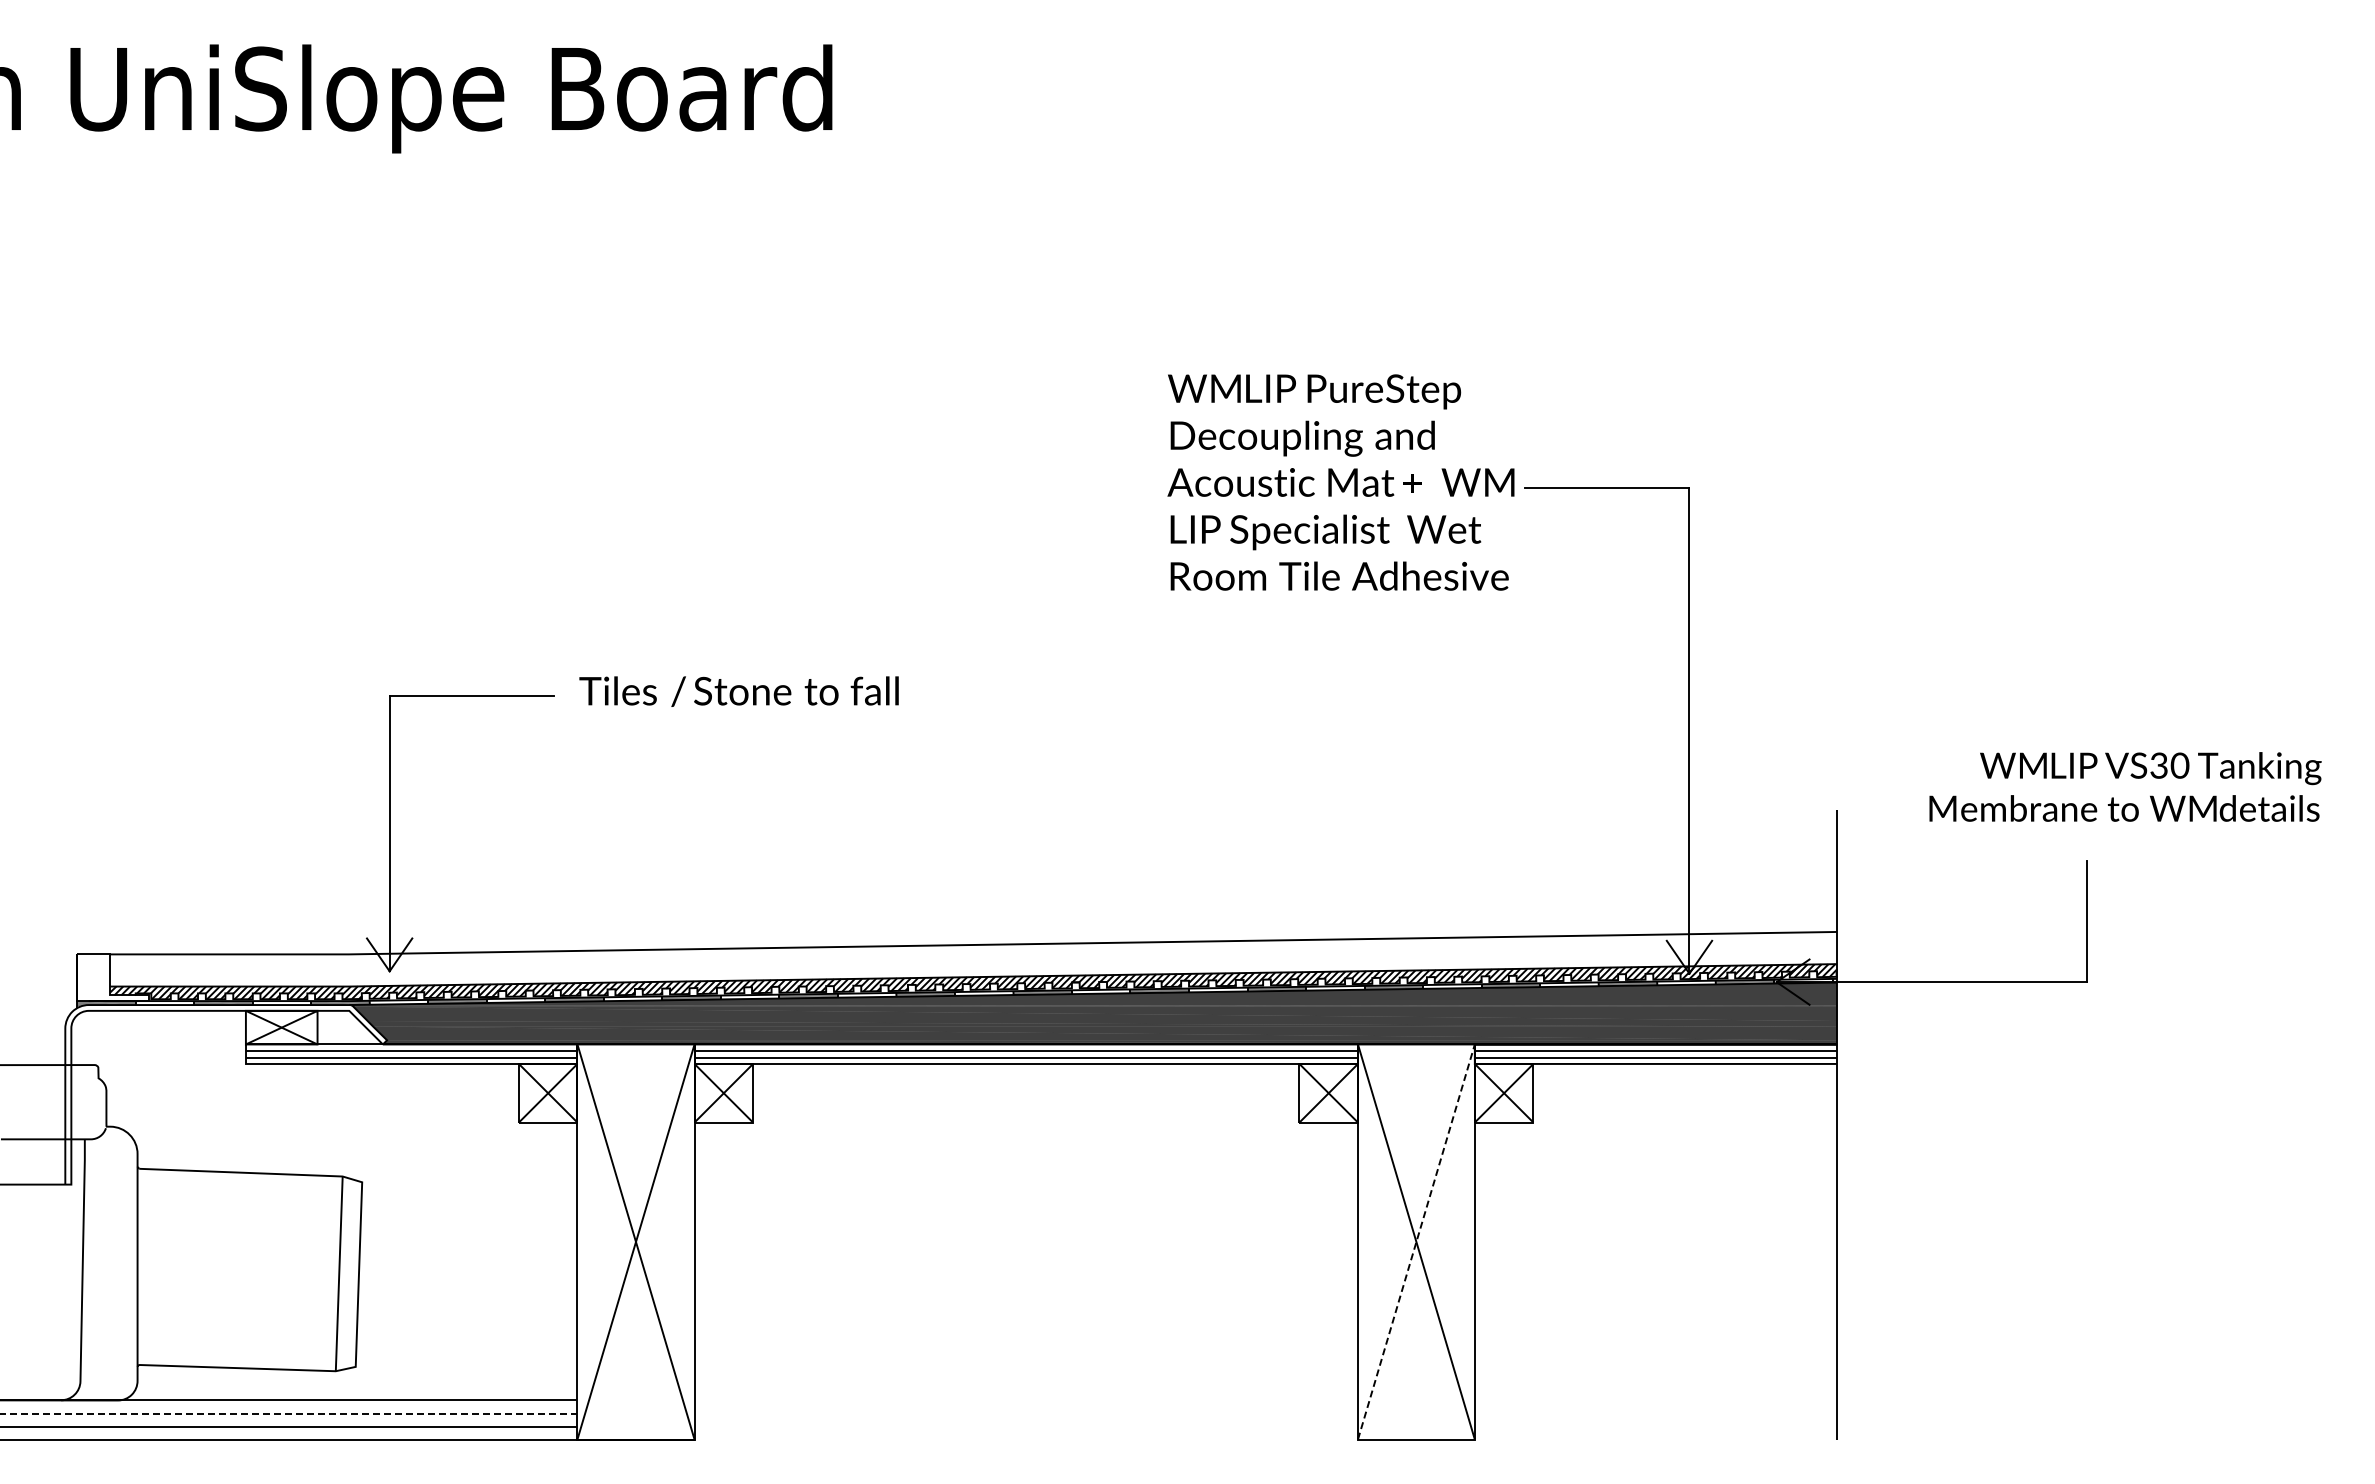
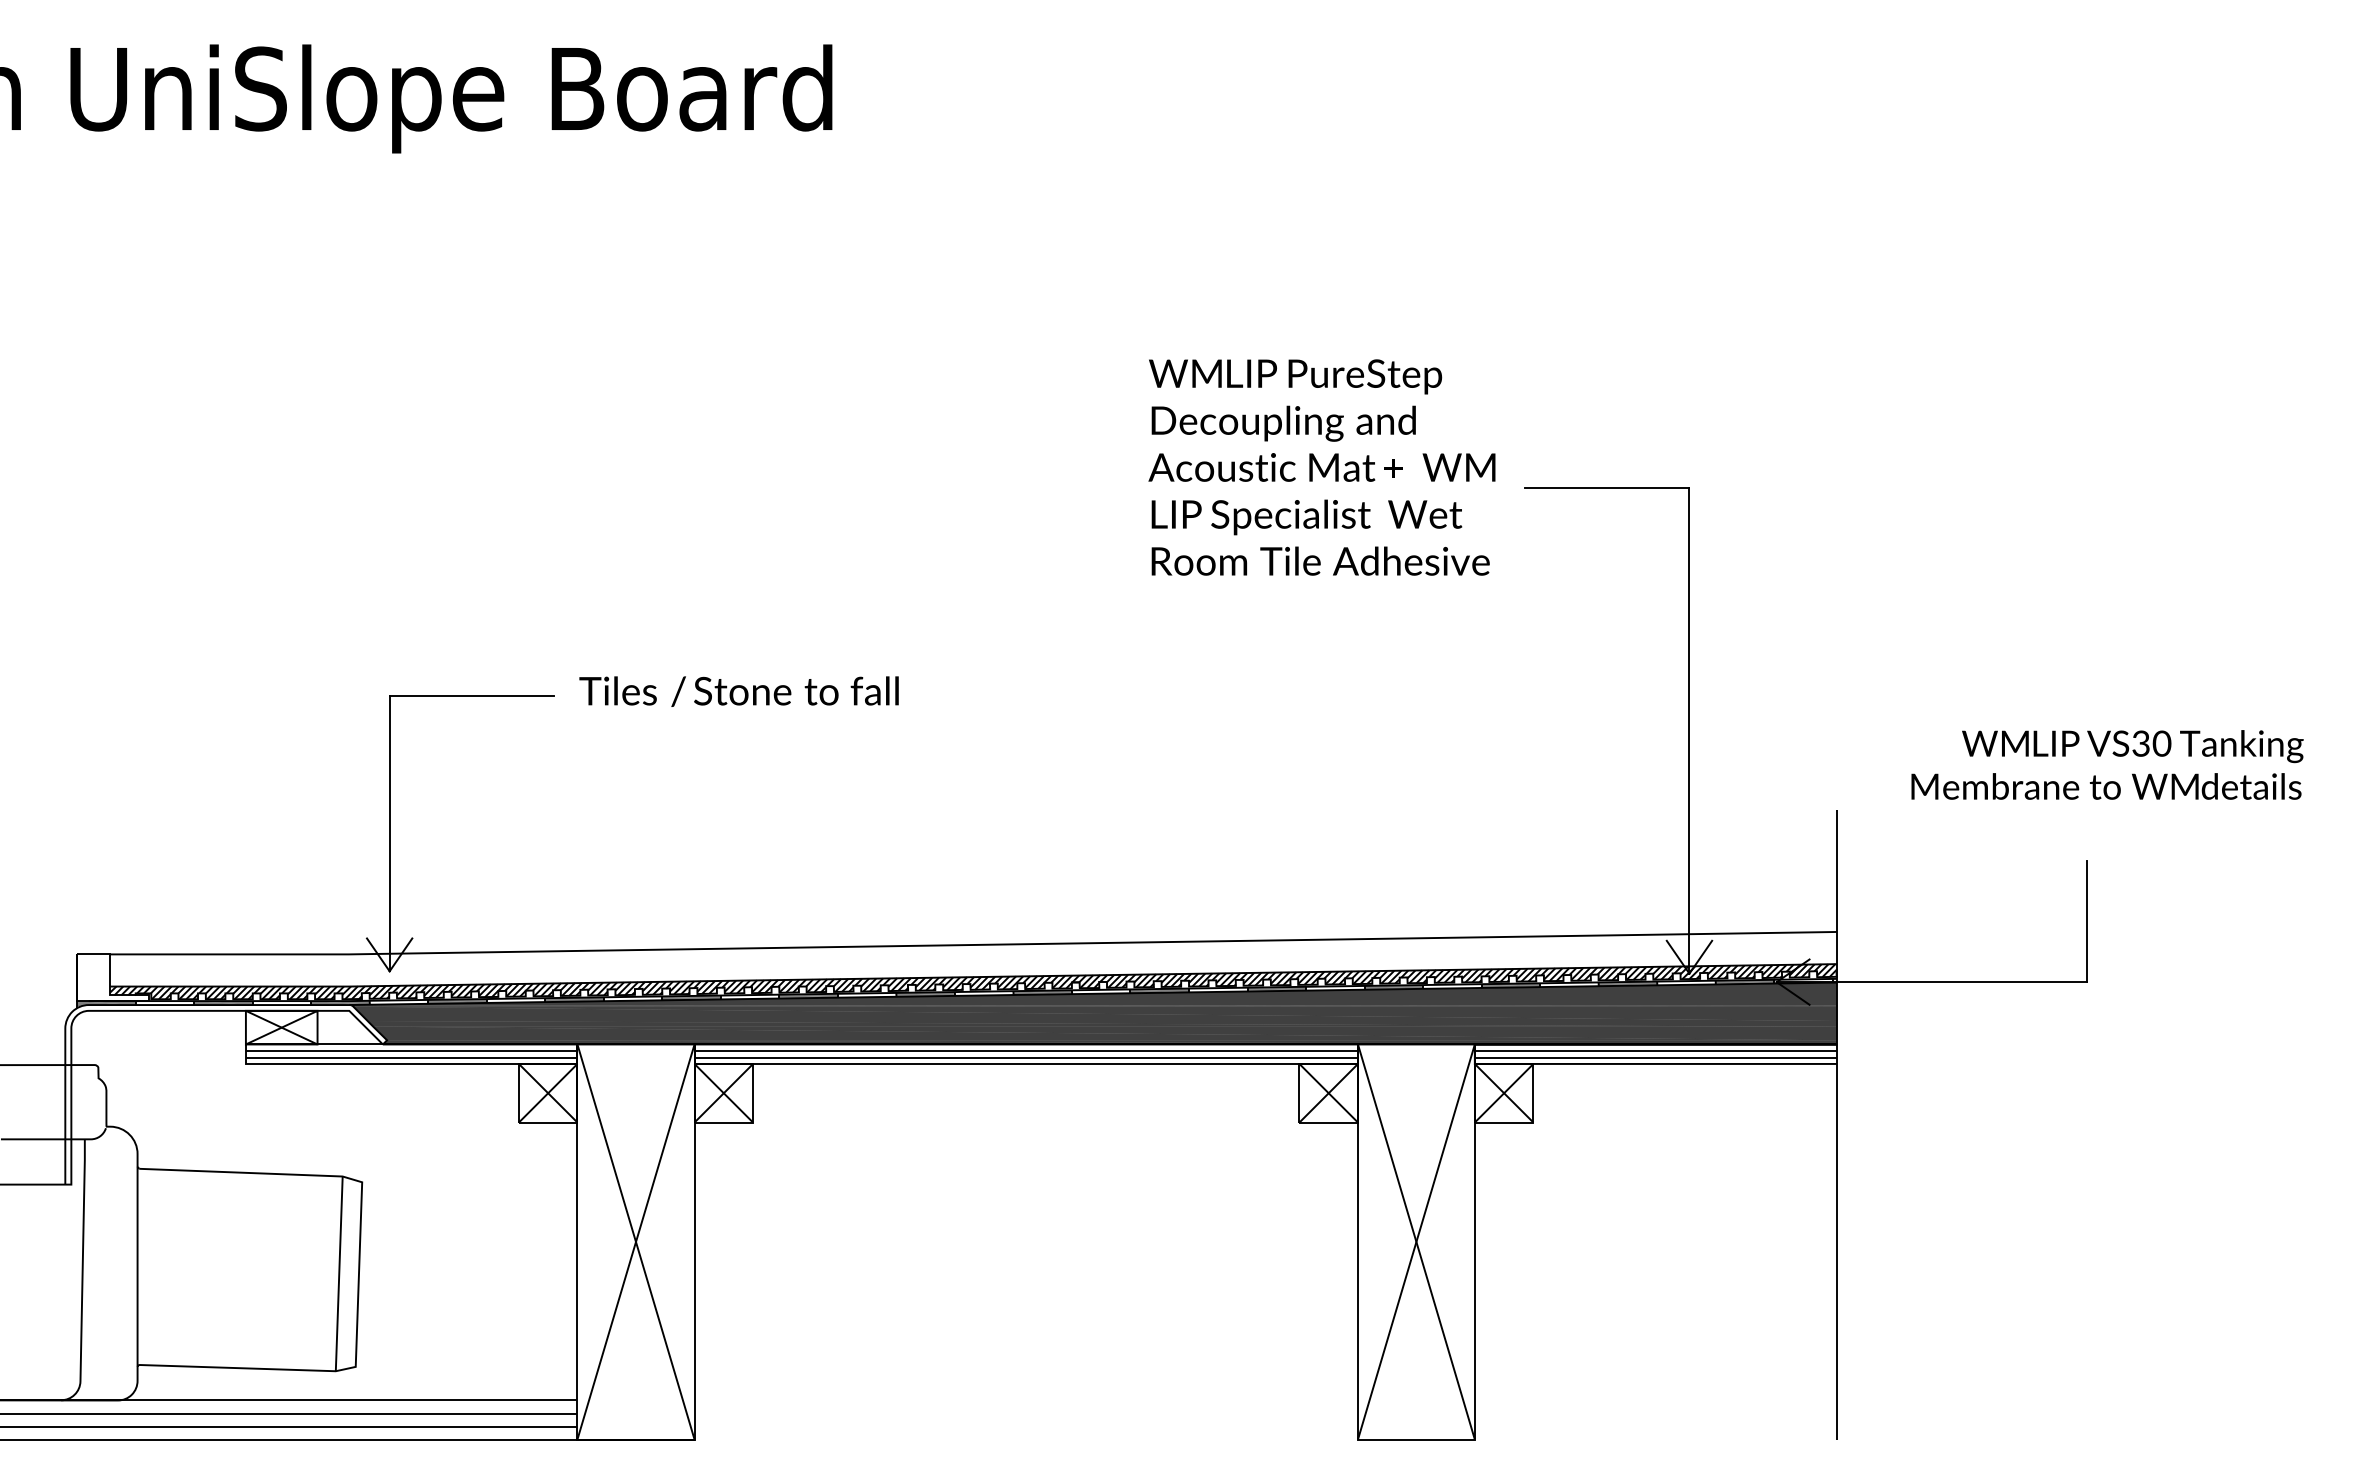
text at (1340, 482) position: (1340, 482) -> (1321, 467)
text at (2125, 786) position: (2125, 786) -> (2107, 764)
line at (1416, 1242): dashed -> solid
line at (289, 1413): dashed -> solid
